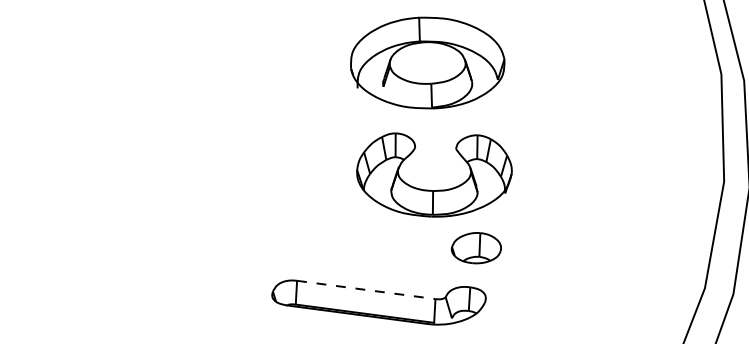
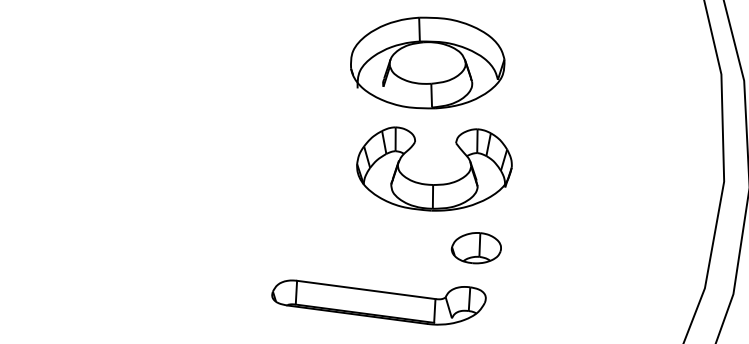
part at (438, 189) position: (438, 189) -> (438, 183)
line at (366, 289): dashed -> solid
